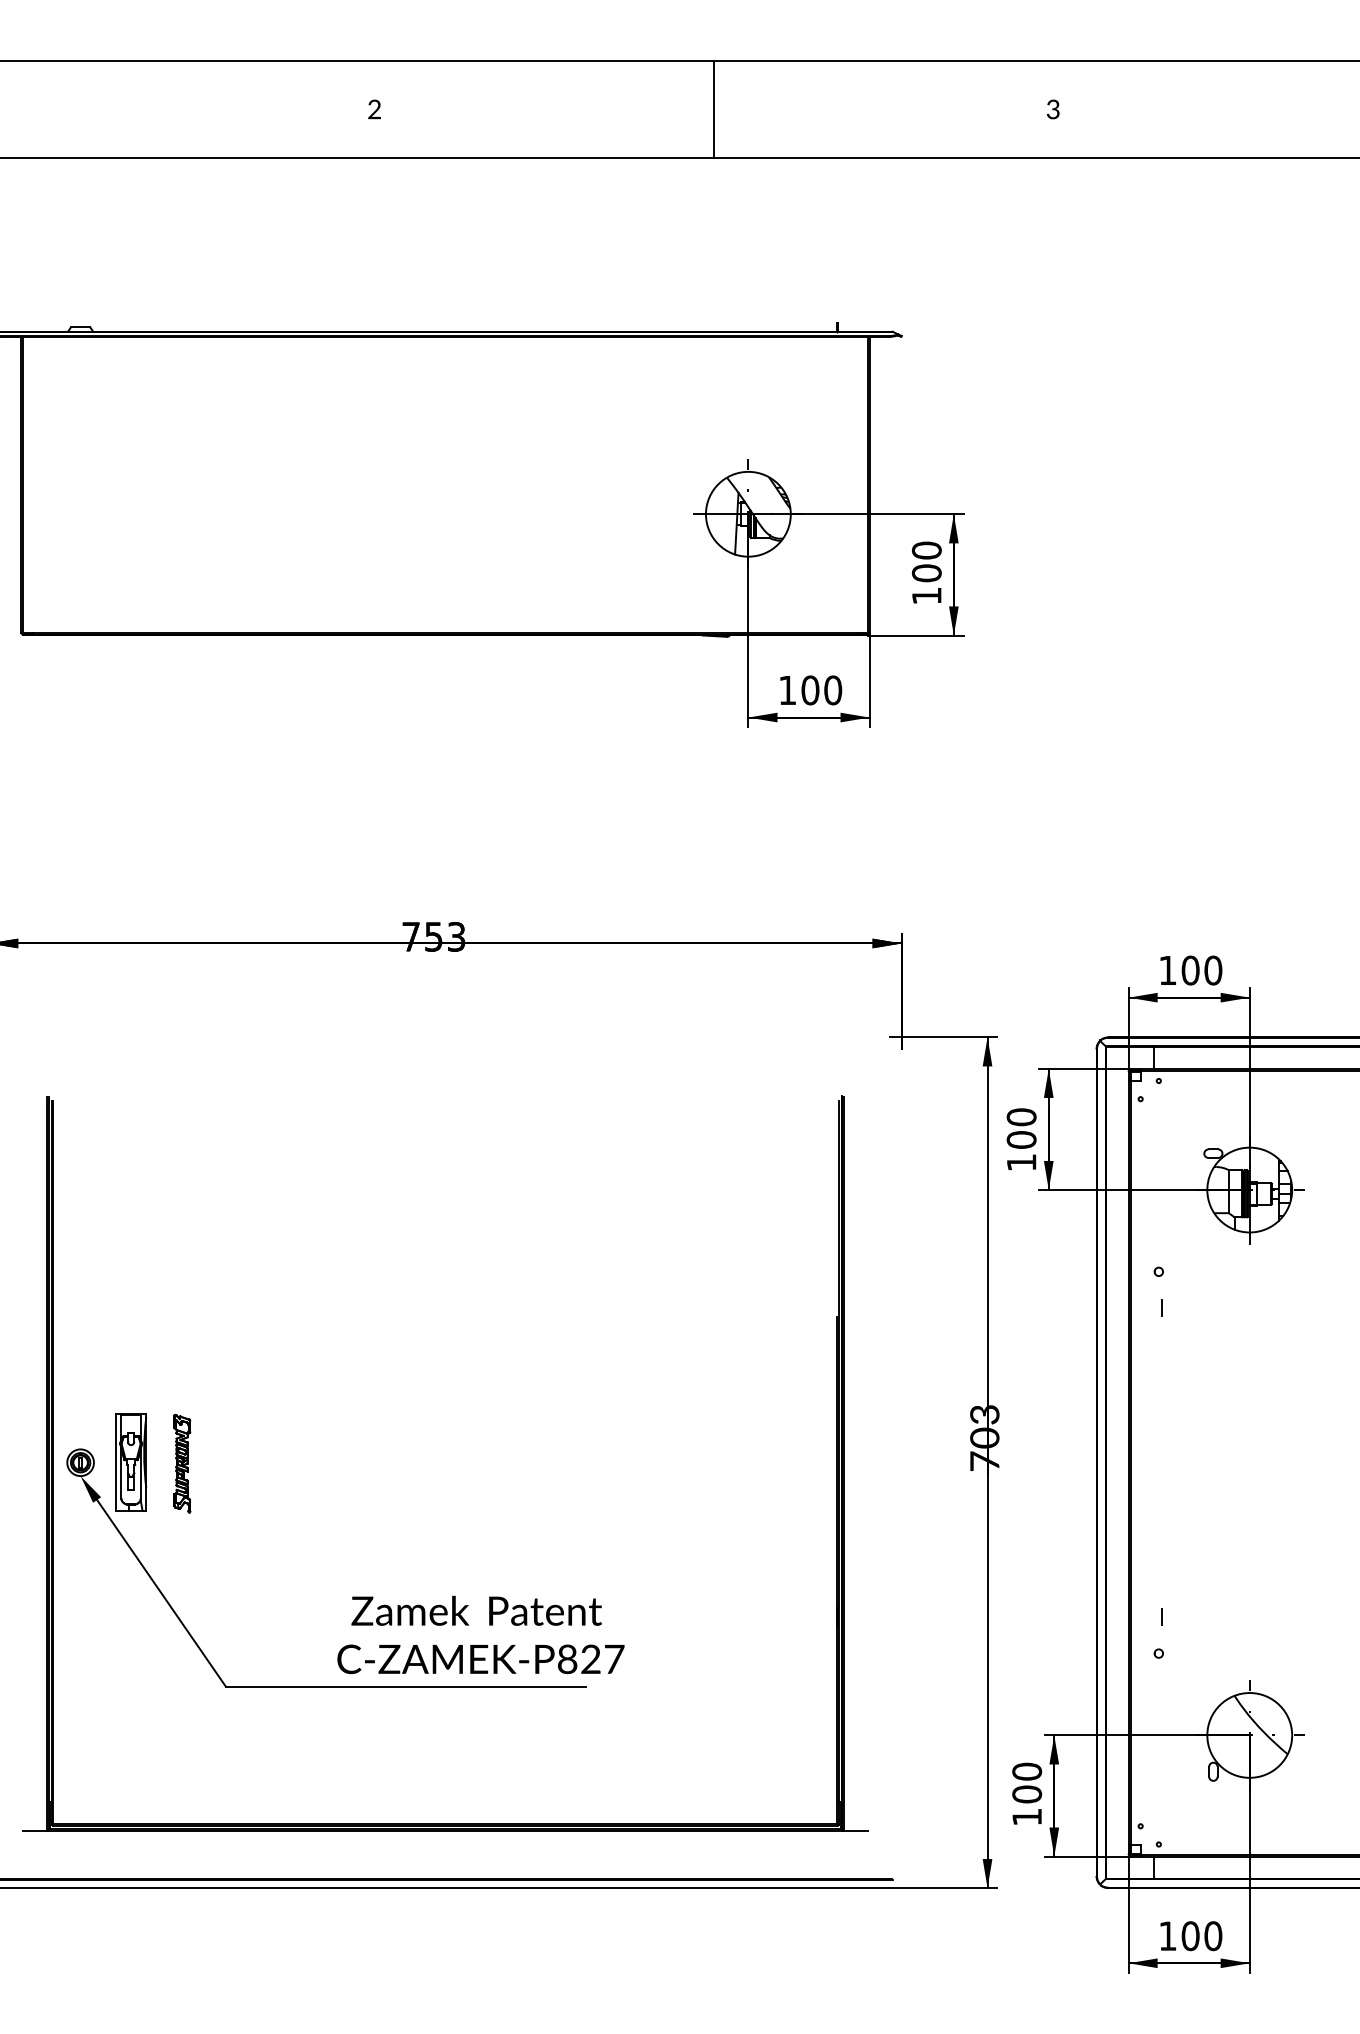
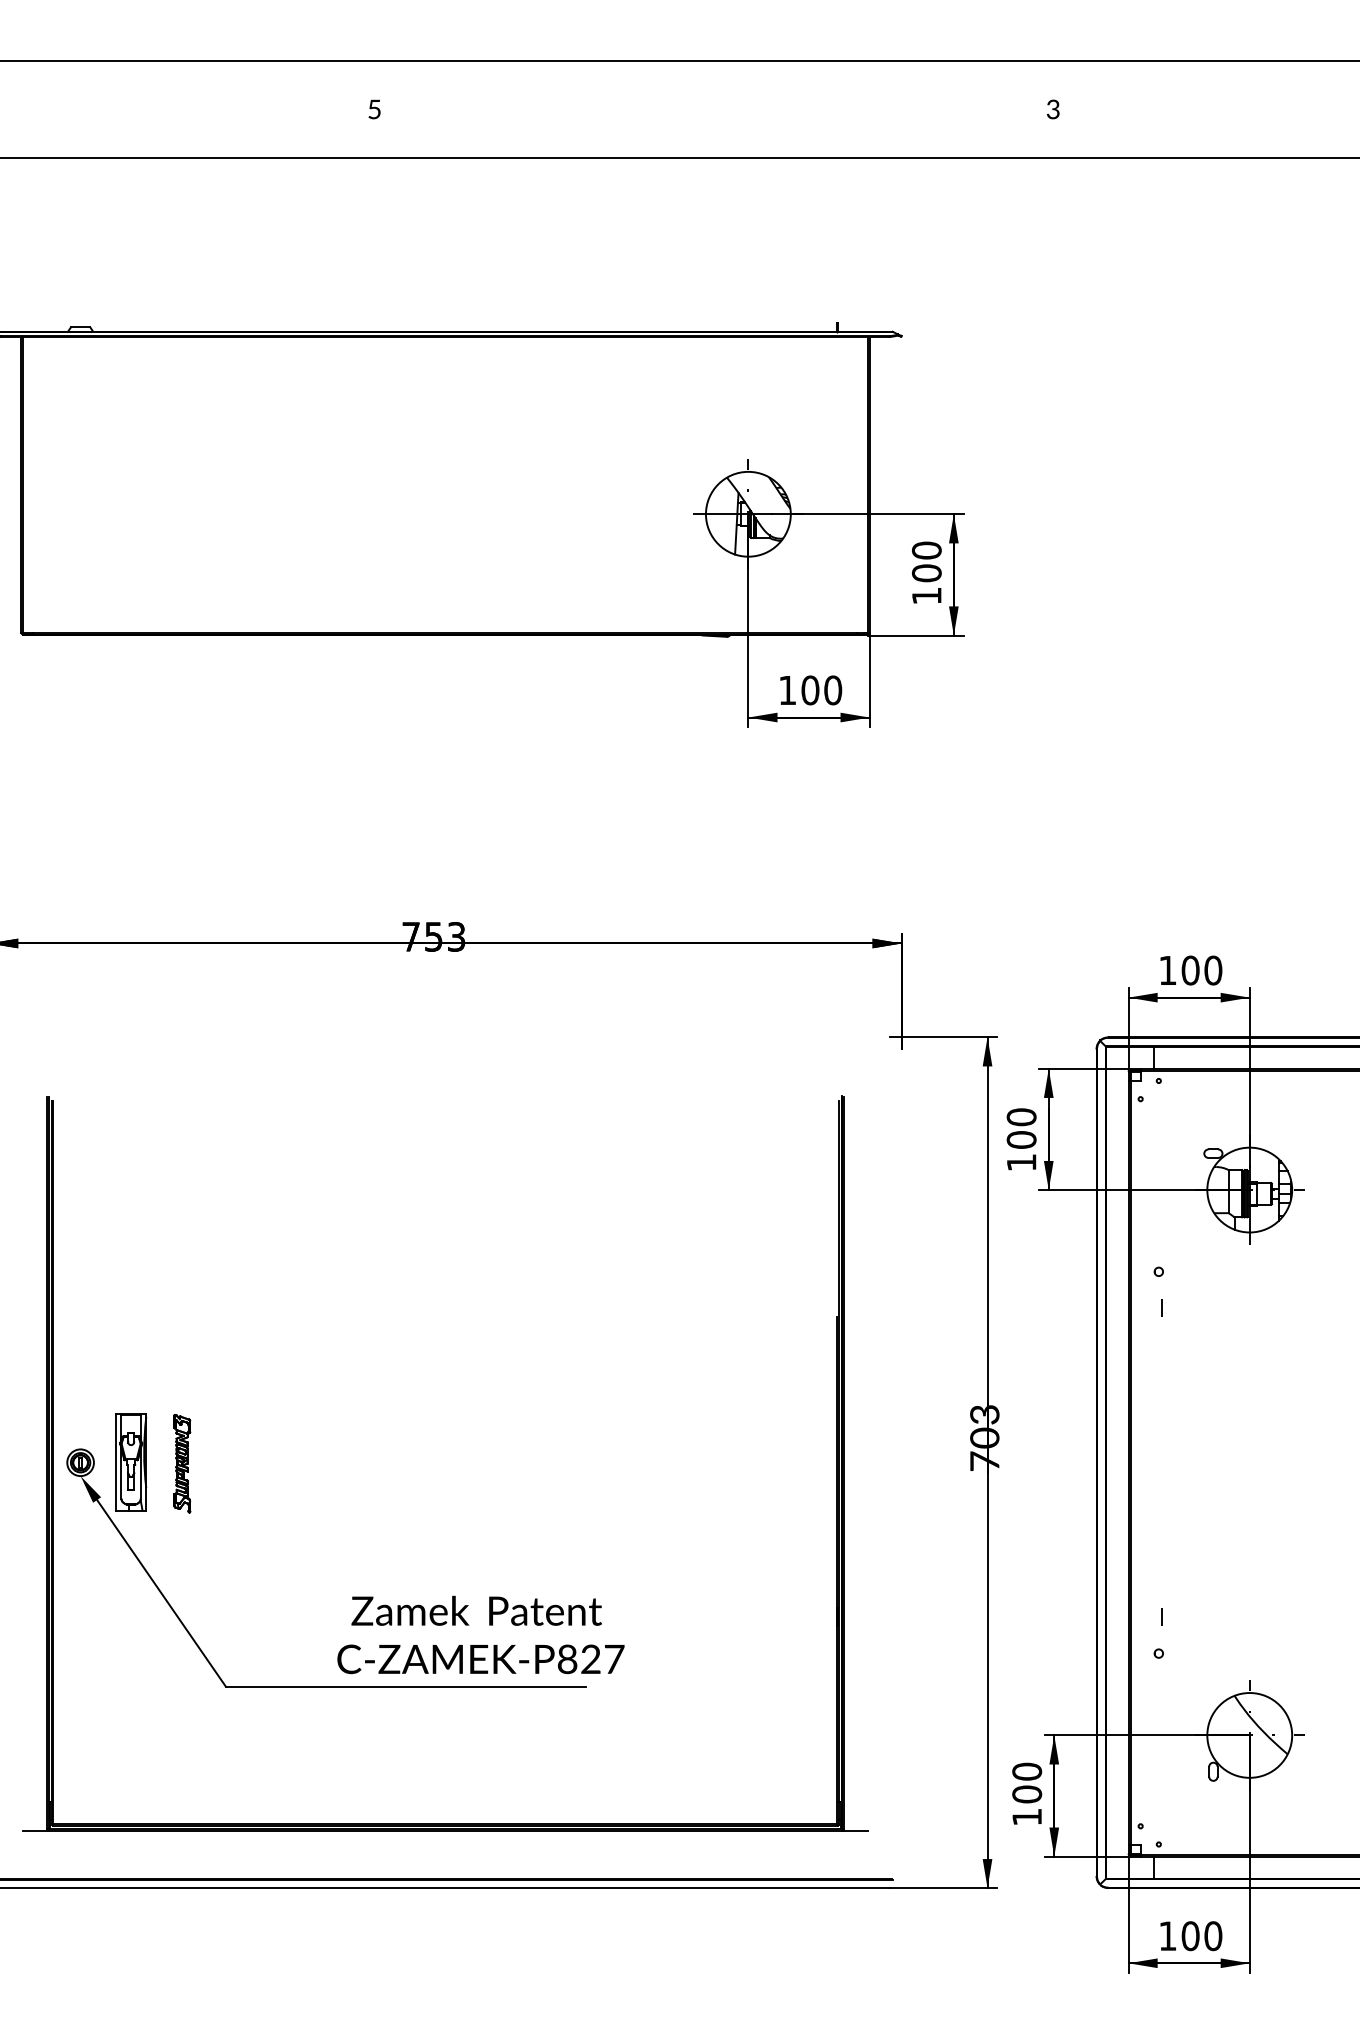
text at (374, 109): 2 -> 5
line at (713, 109): present -> none
